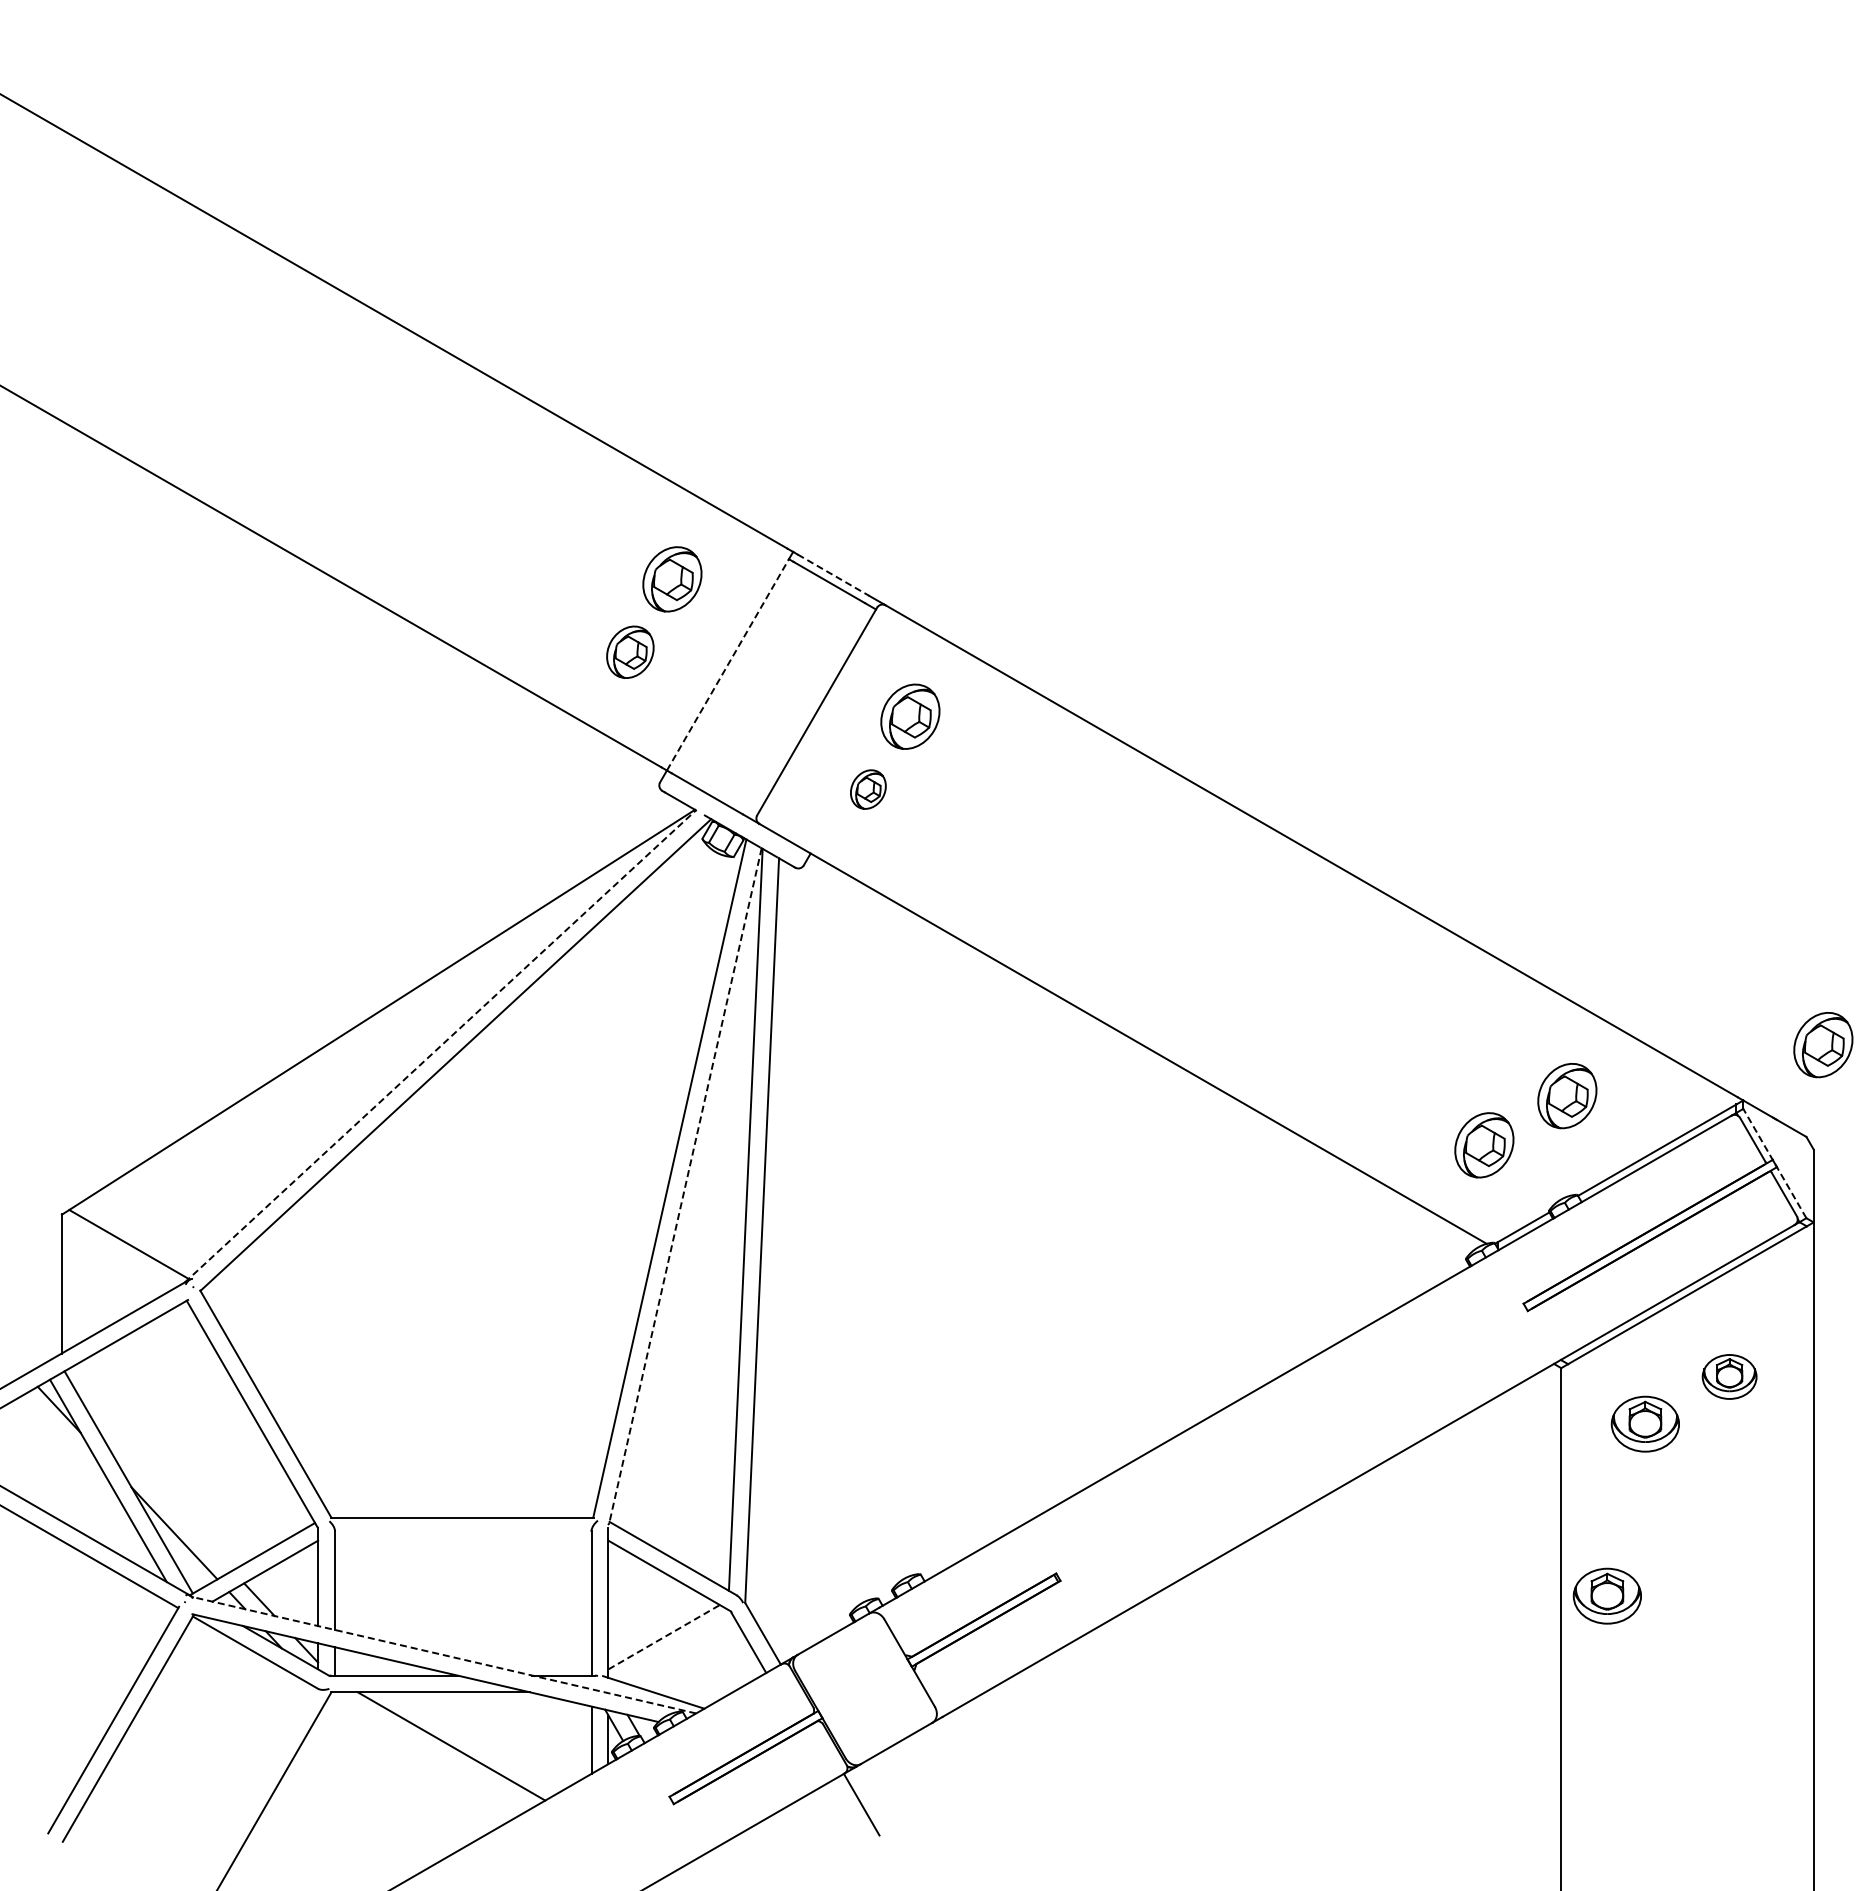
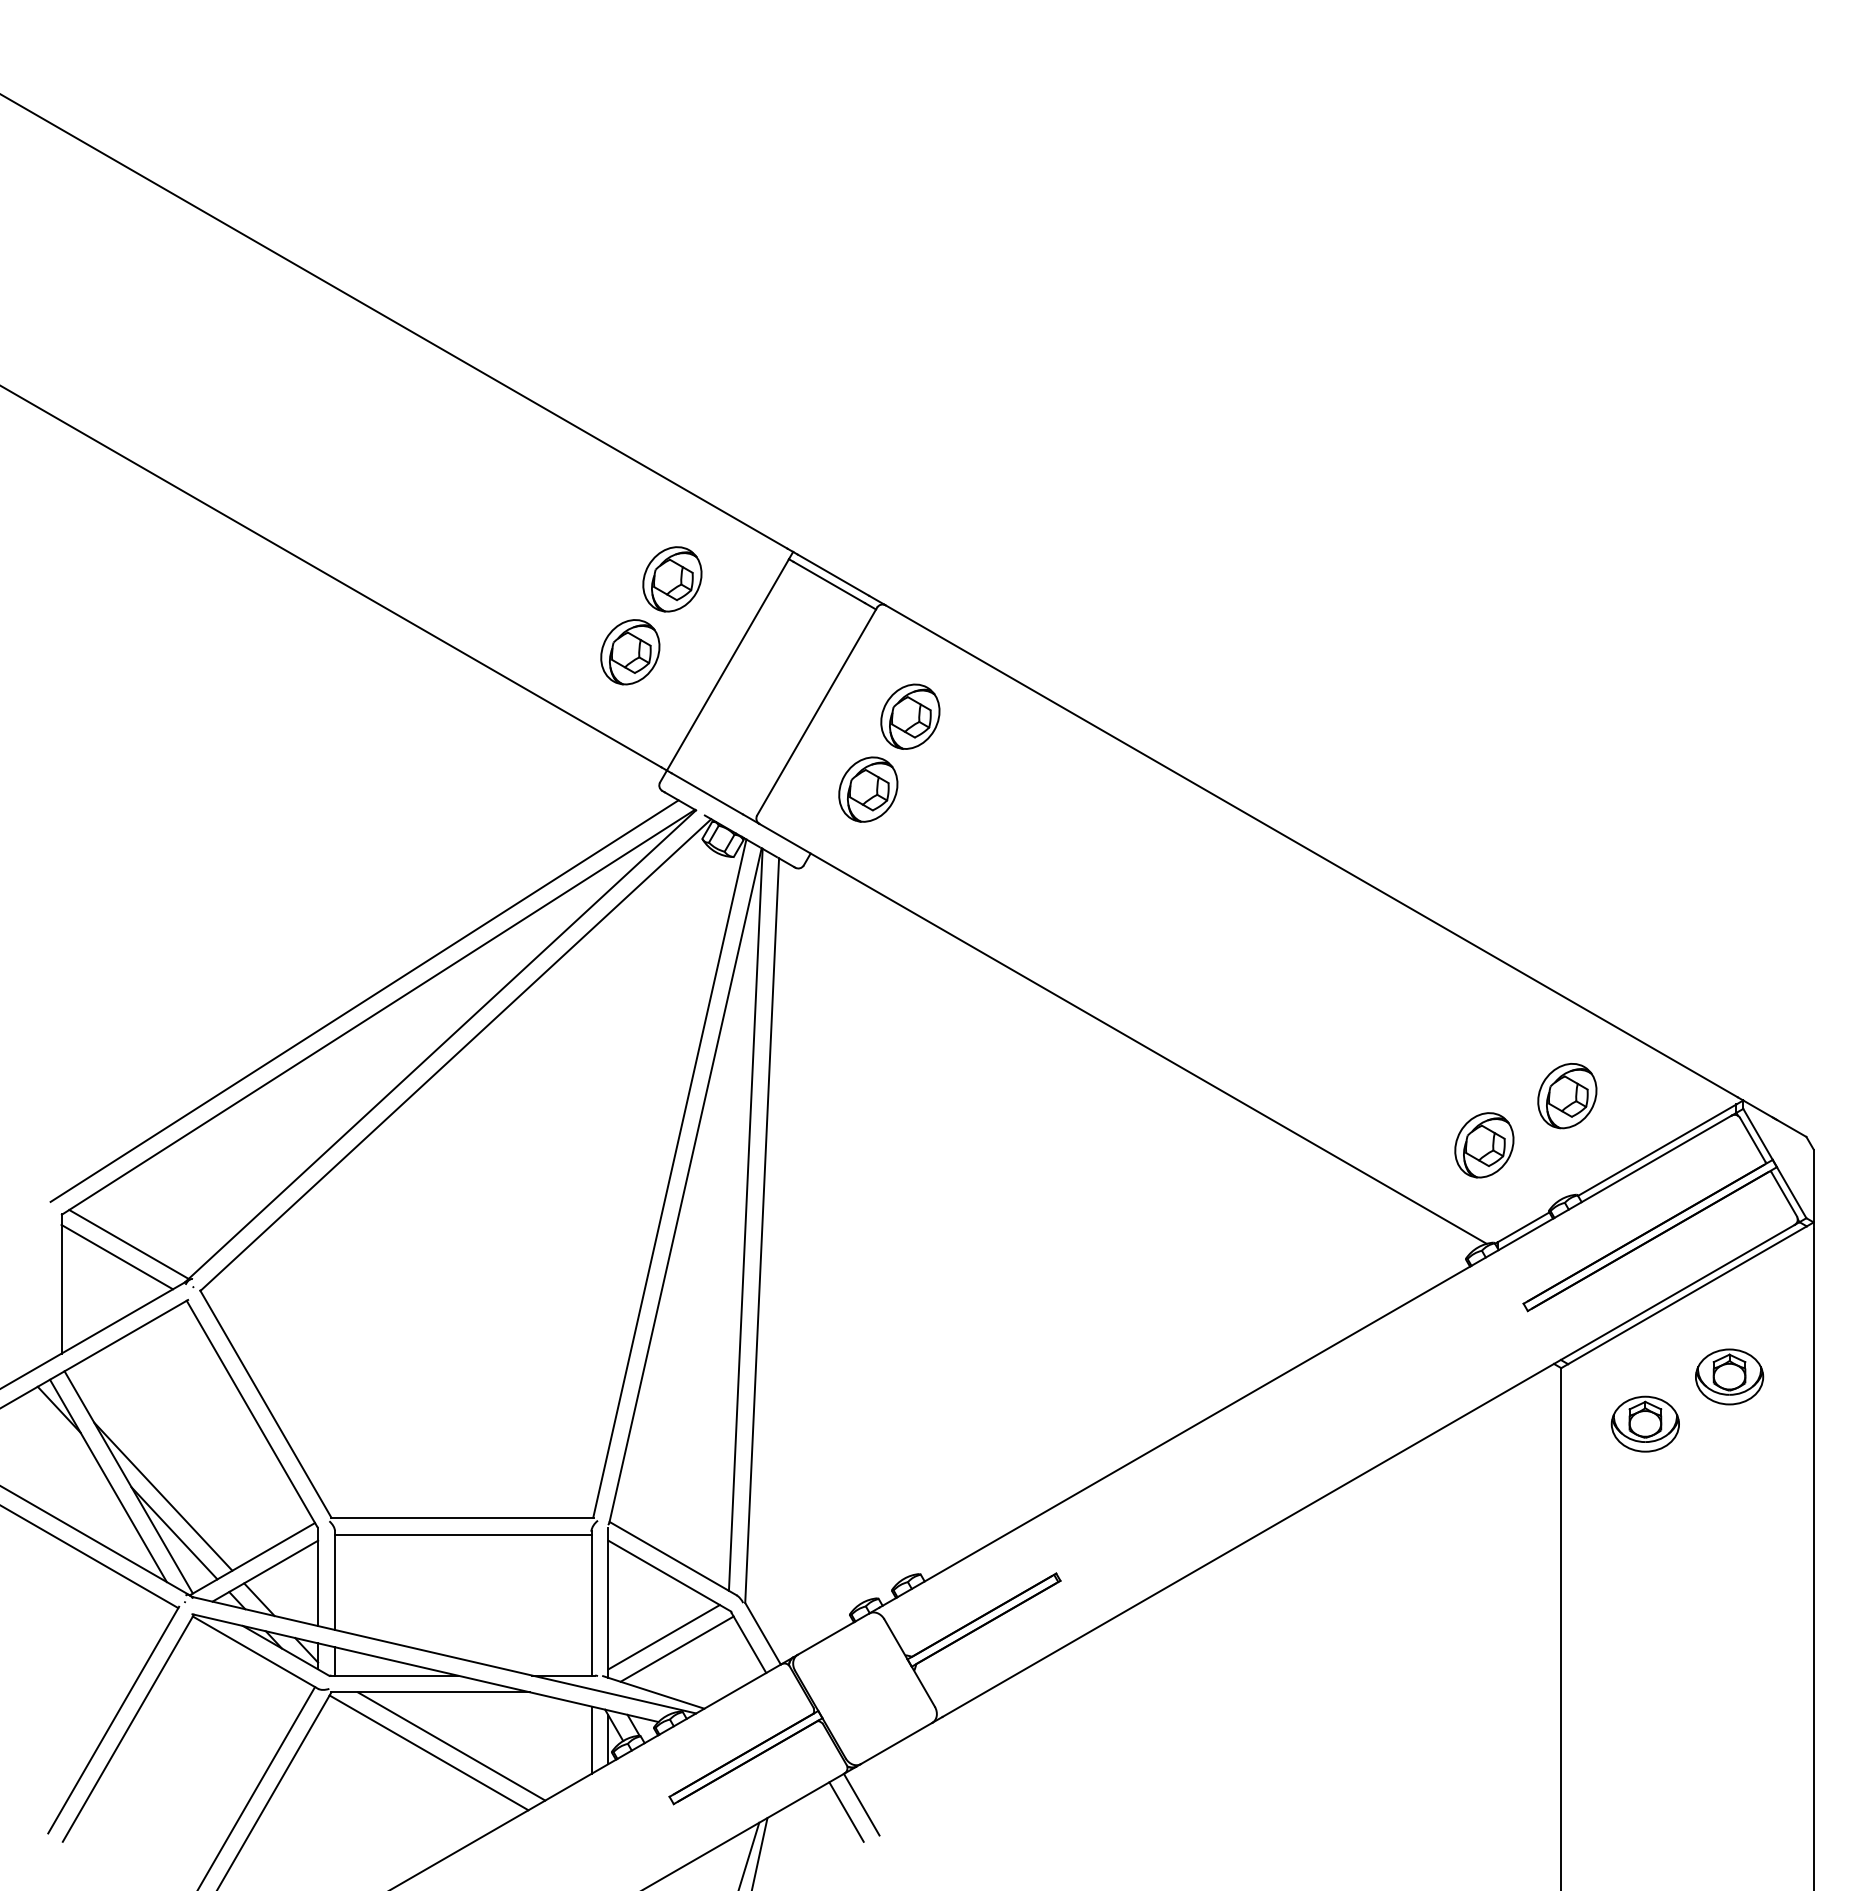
line at (833, 575): dashed -> solid
part at (630, 651) size: 49x54 px -> 61x67 px
line at (728, 664): dashed -> solid
part at (868, 789) size: 37x41 px -> 61x67 px
line at (364, 1000): none -> present
part at (1823, 1045): present -> none
line at (440, 1046): dashed -> solid
line at (1774, 1163): dashed -> solid
line at (685, 1185): dashed -> solid
line at (117, 1256): none -> present
part at (1729, 1376) size: 57x46 px -> 70x58 px
line at (163, 1496): none -> present
line at (462, 1534): none -> present
part at (1606, 1595): present -> none
line at (664, 1636): dashed -> solid
line at (676, 1648): none -> present
line at (444, 1655): dashed -> solid
line at (428, 1752): none -> present
line at (257, 1787): none -> present
line at (846, 1811): none -> present
line at (759, 1852): none -> present
line at (749, 1854): none -> present
